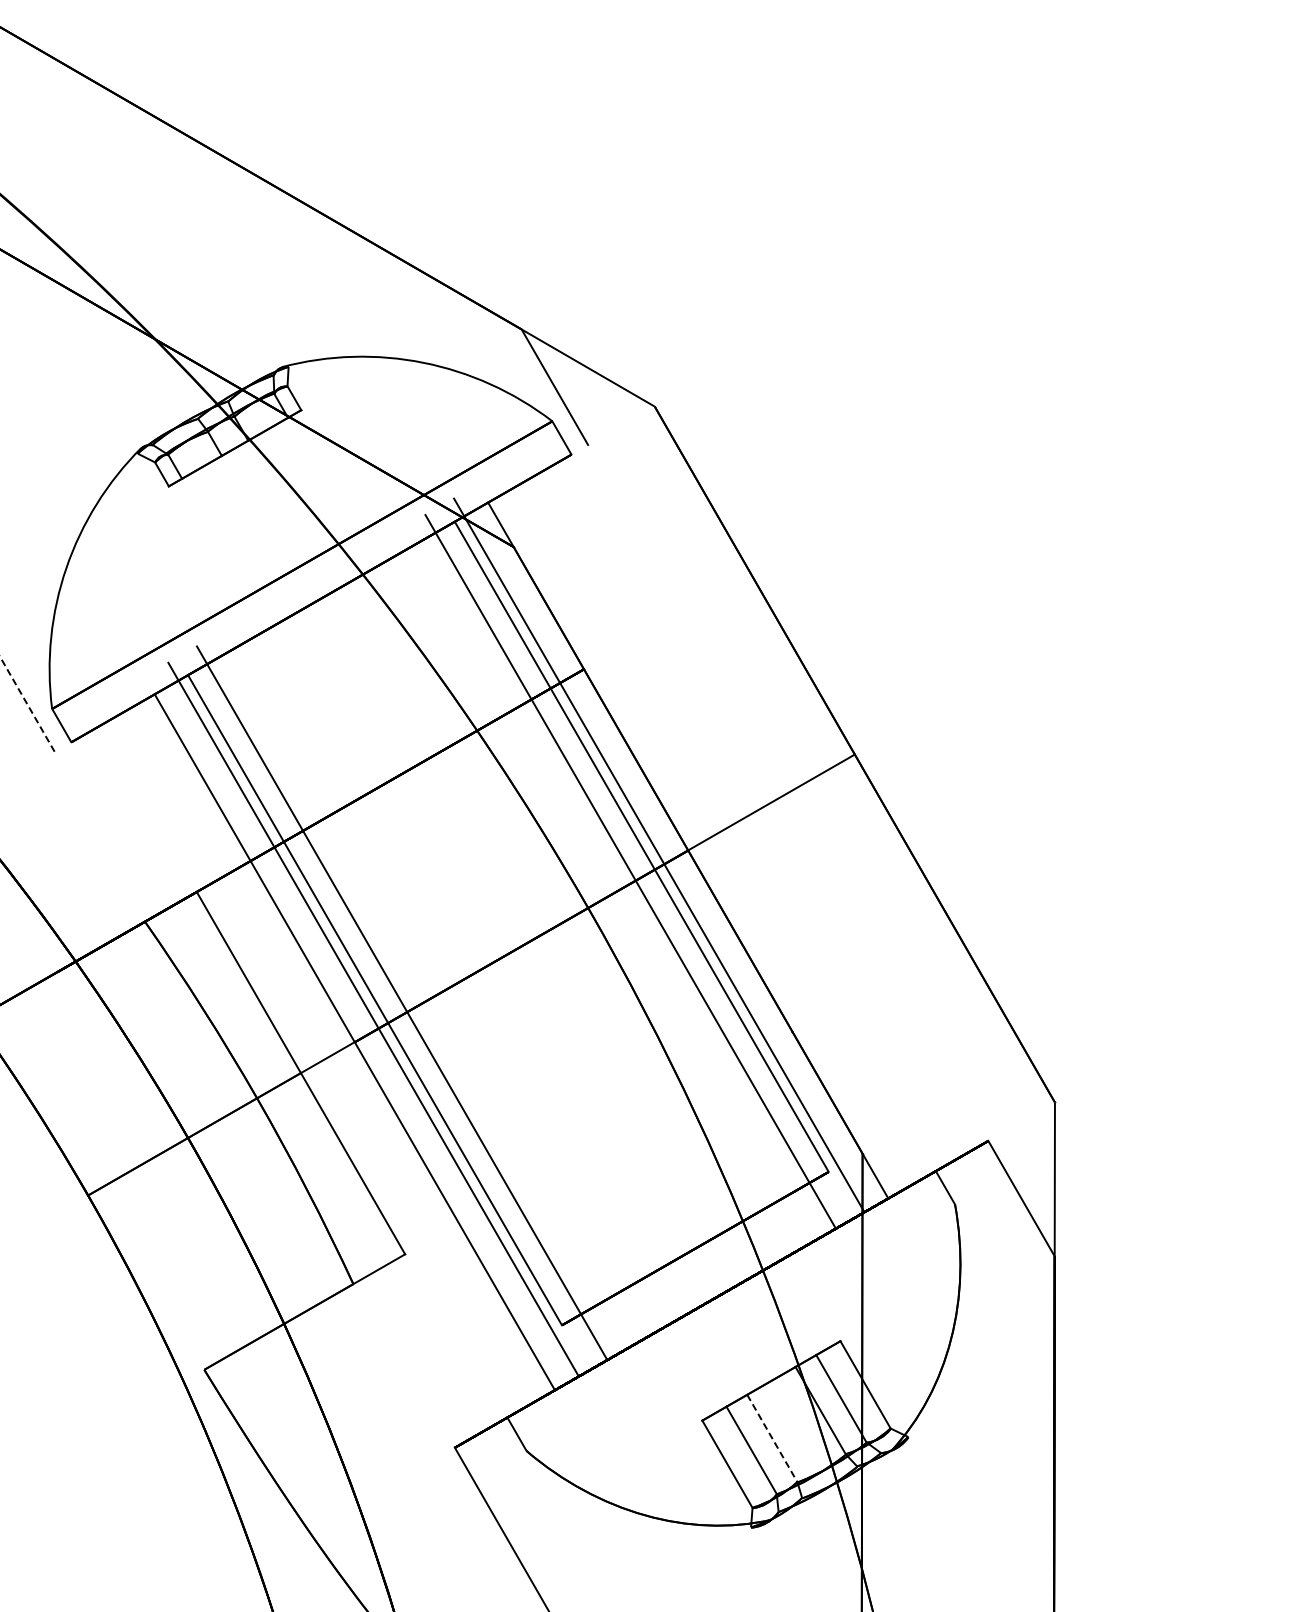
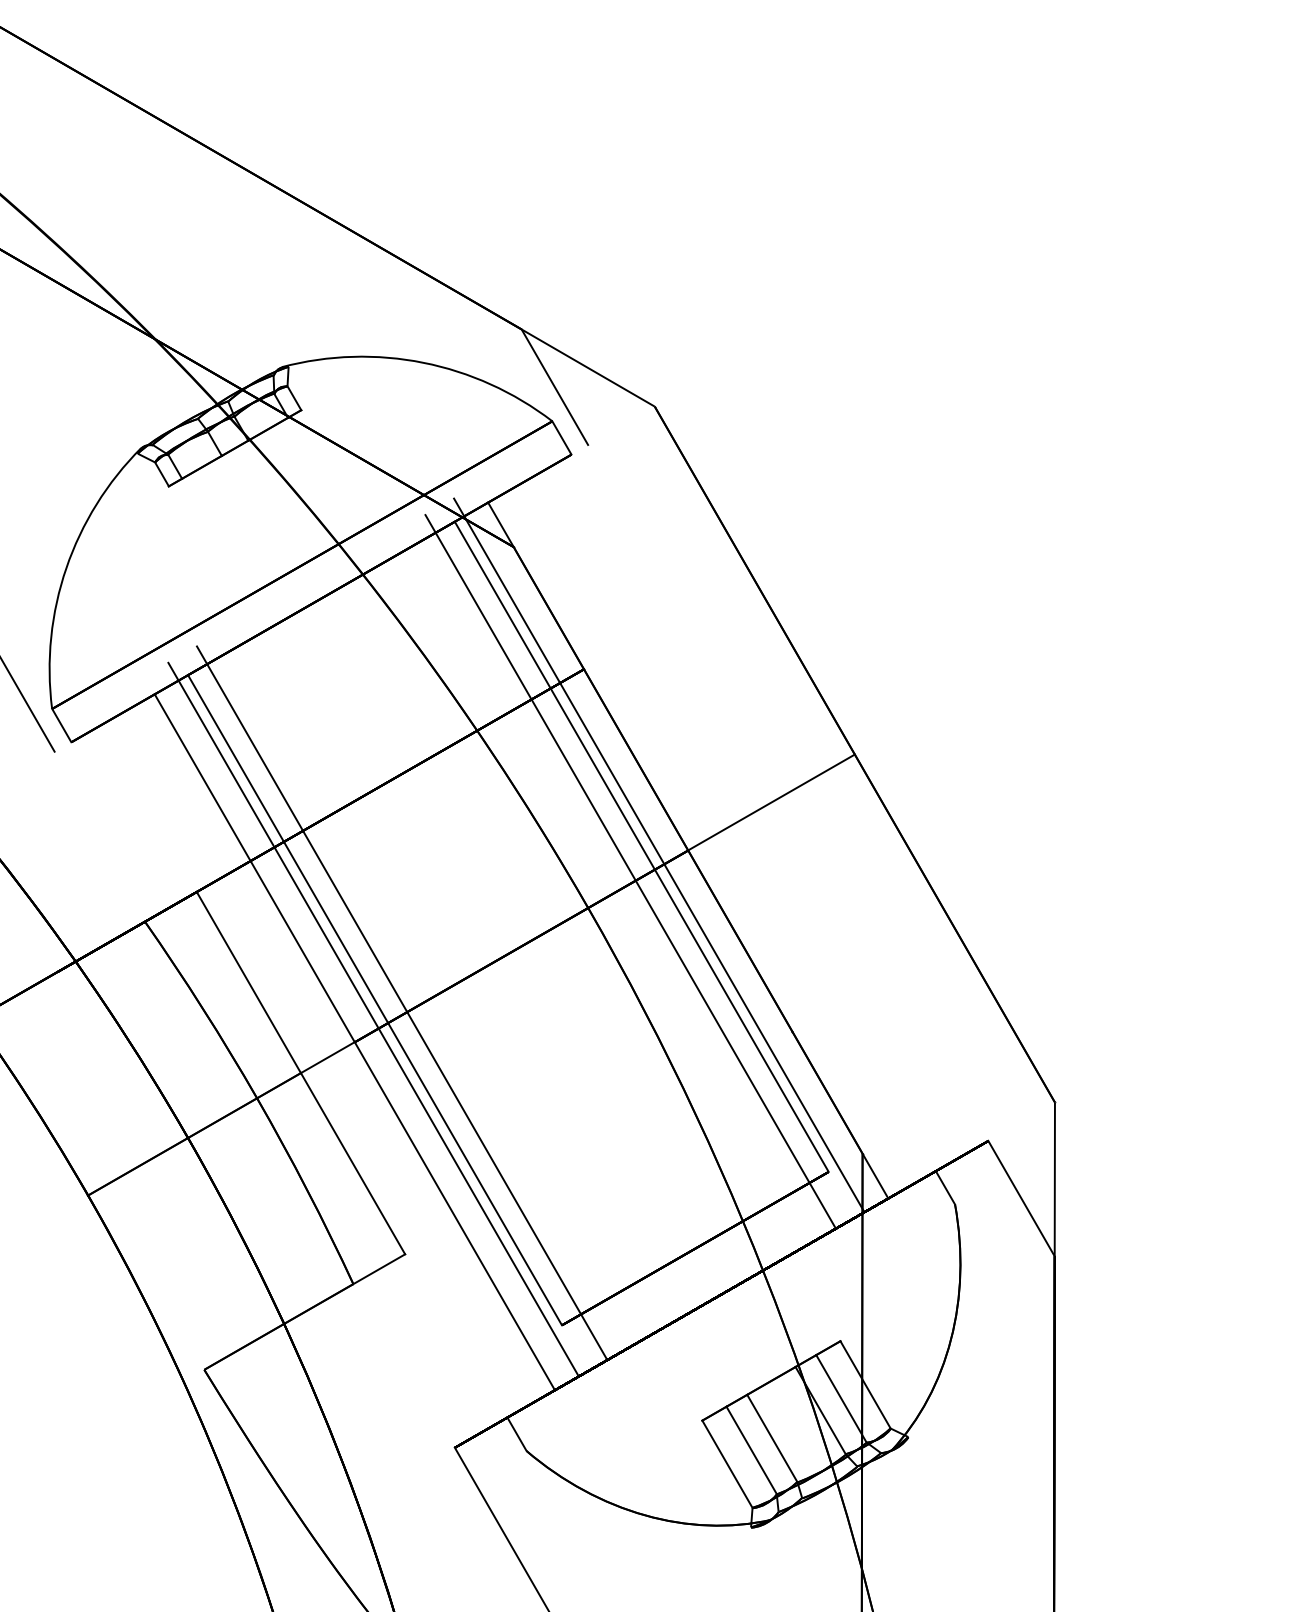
line at (27, 704): dashed -> solid
line at (772, 1438): dashed -> solid
